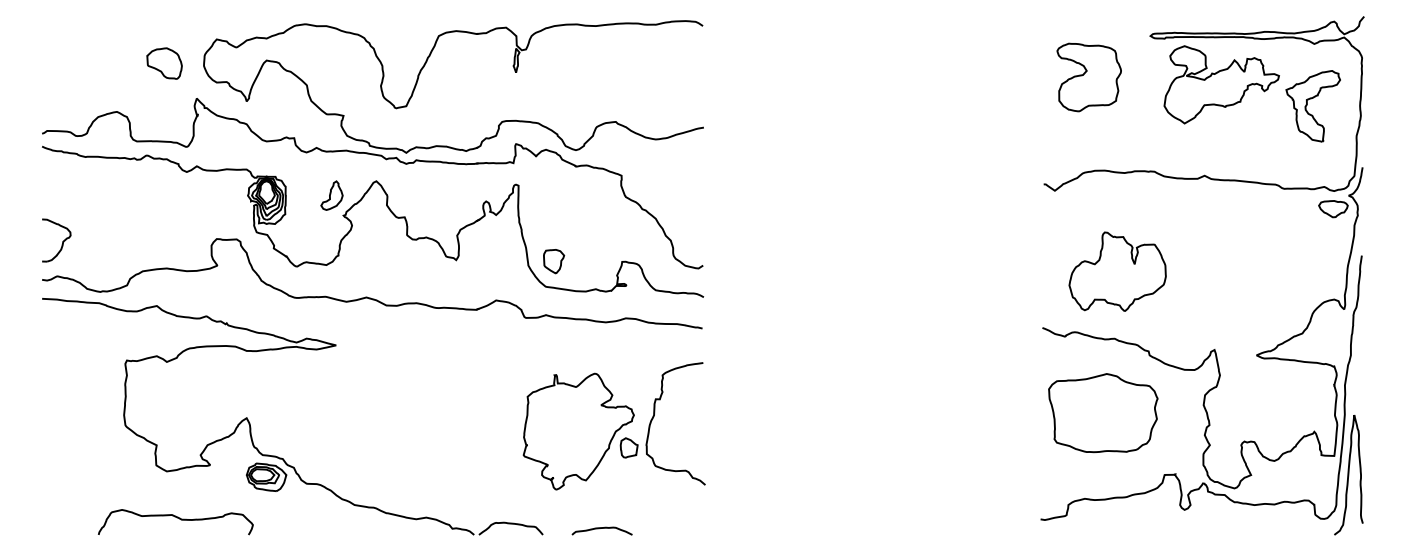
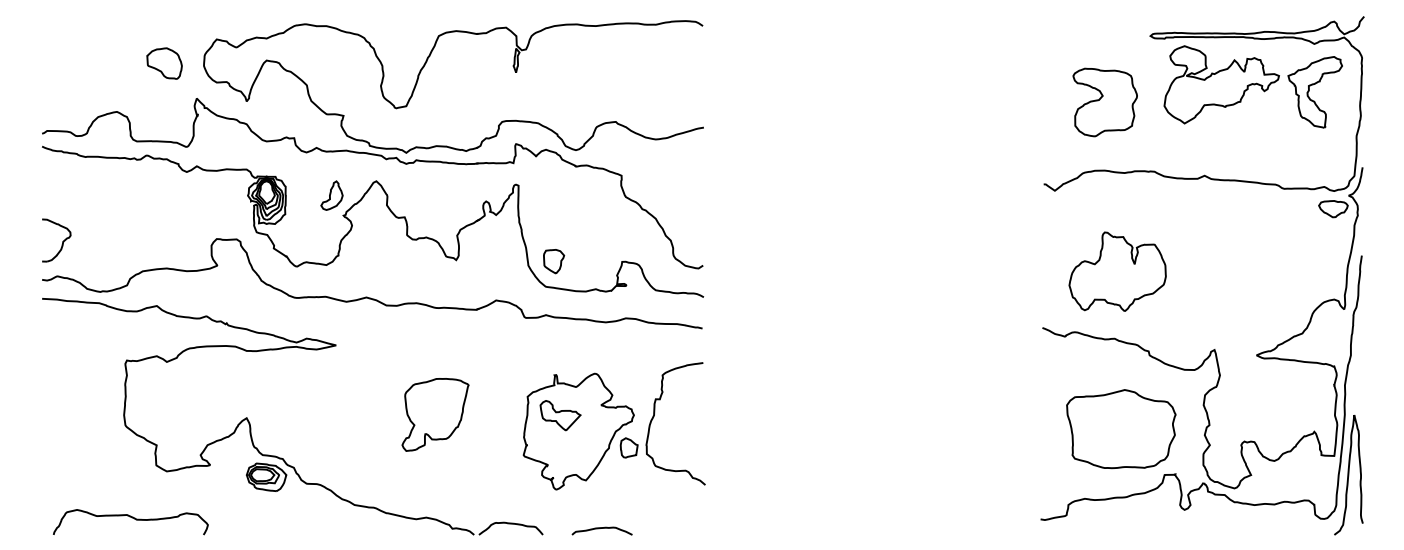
part at (1088, 77) position: (1088, 77) -> (1104, 102)
part at (1312, 106) position: (1312, 106) -> (1314, 92)
part at (1103, 413) position: (1103, 413) -> (1121, 429)
part at (435, 414): none -> present
part at (560, 415): none -> present
curve at (177, 518) position: (177, 518) -> (132, 518)
